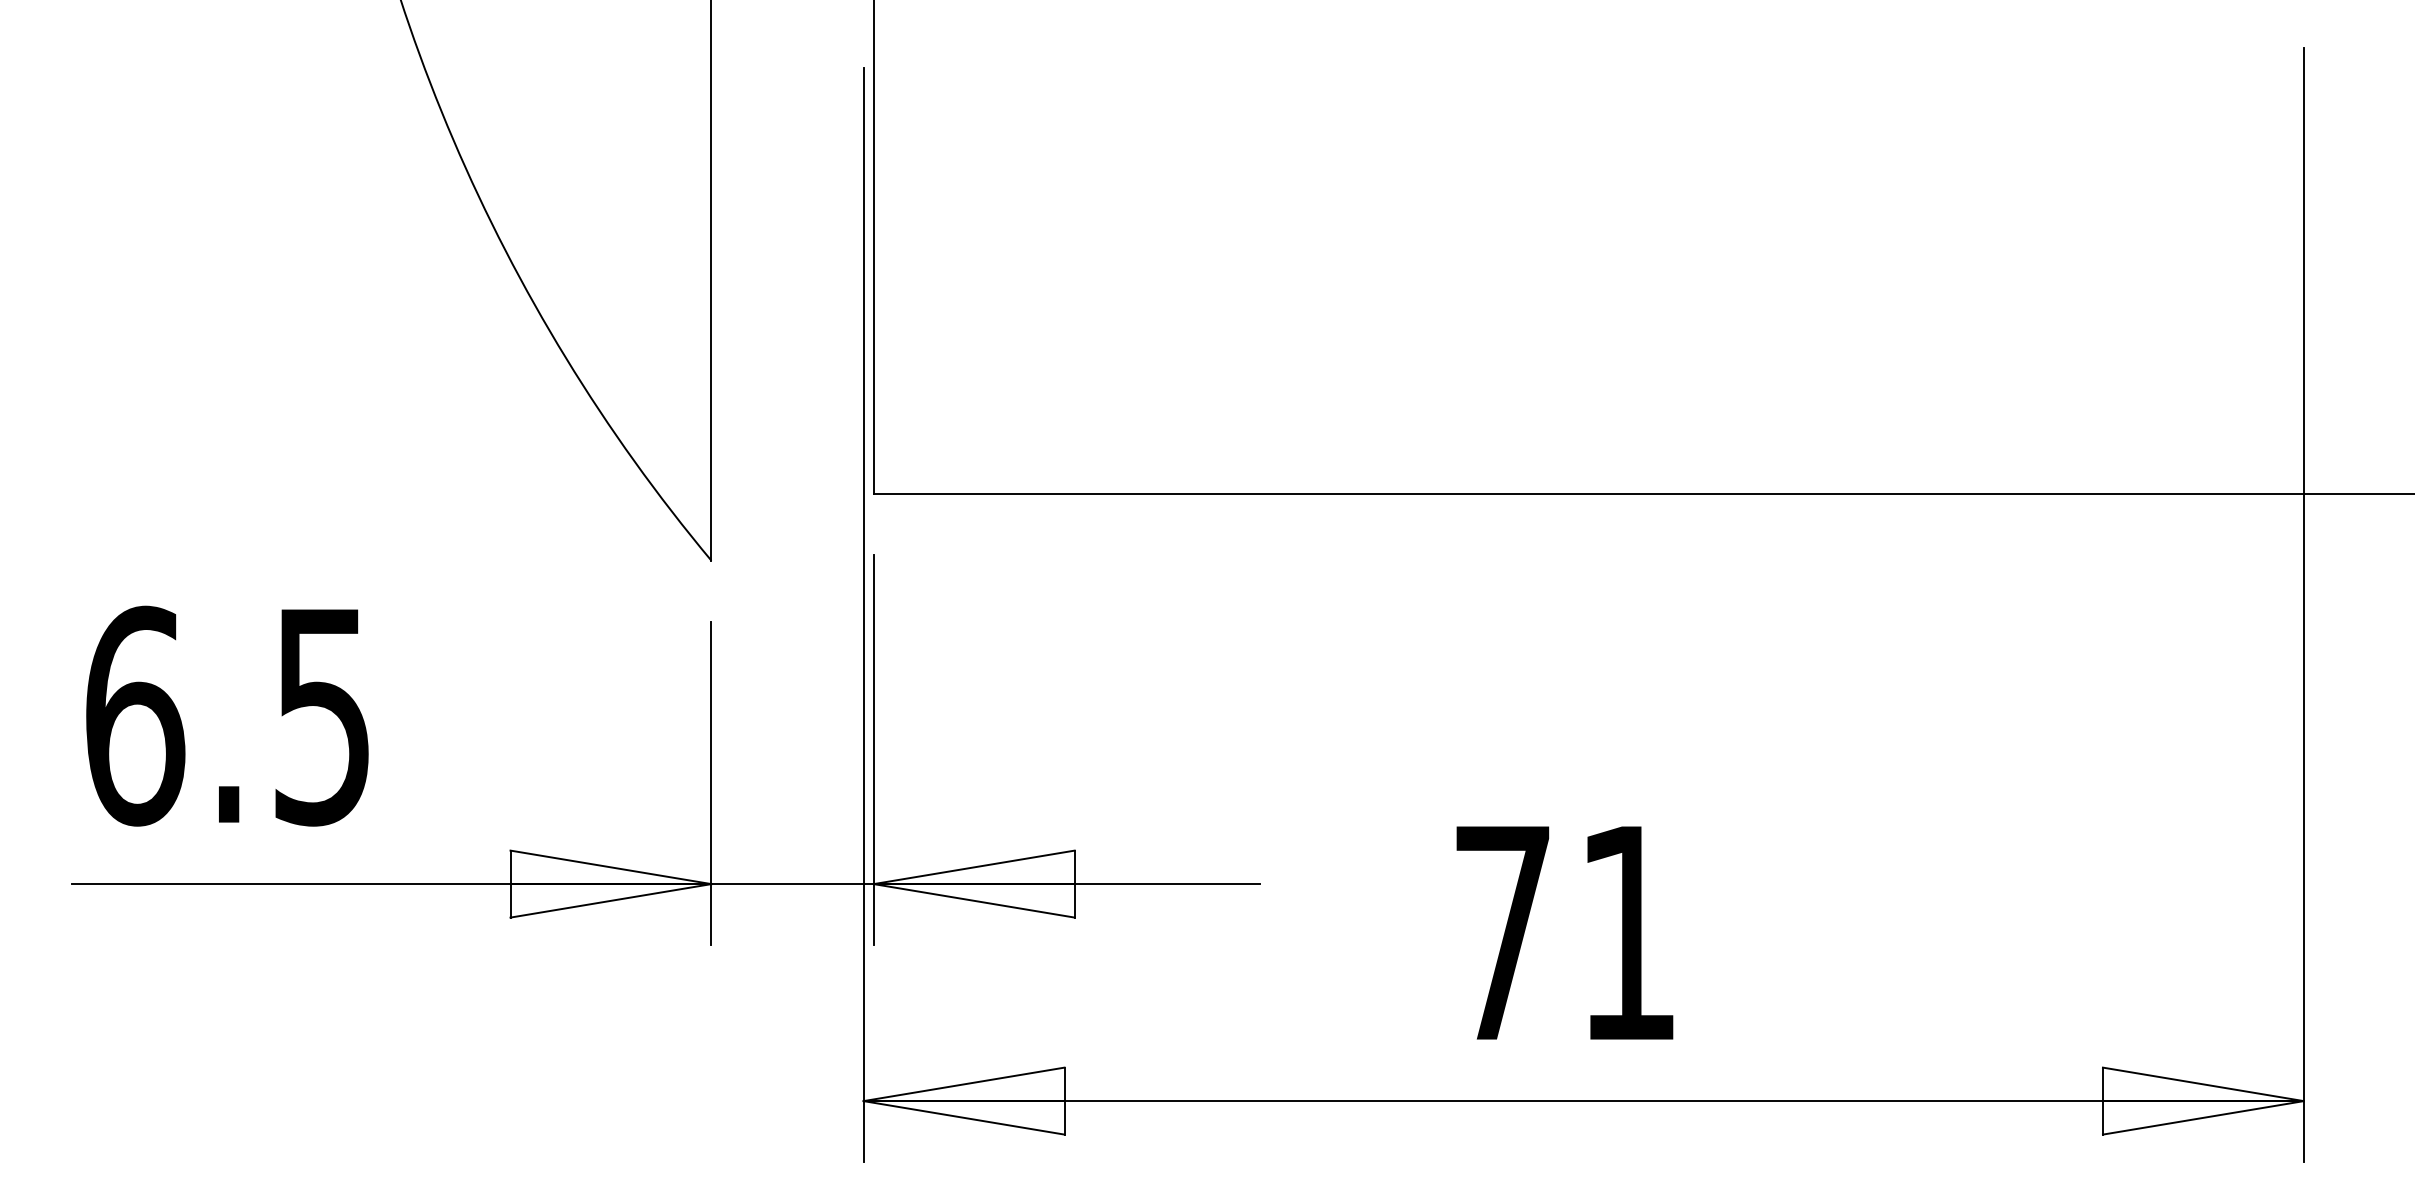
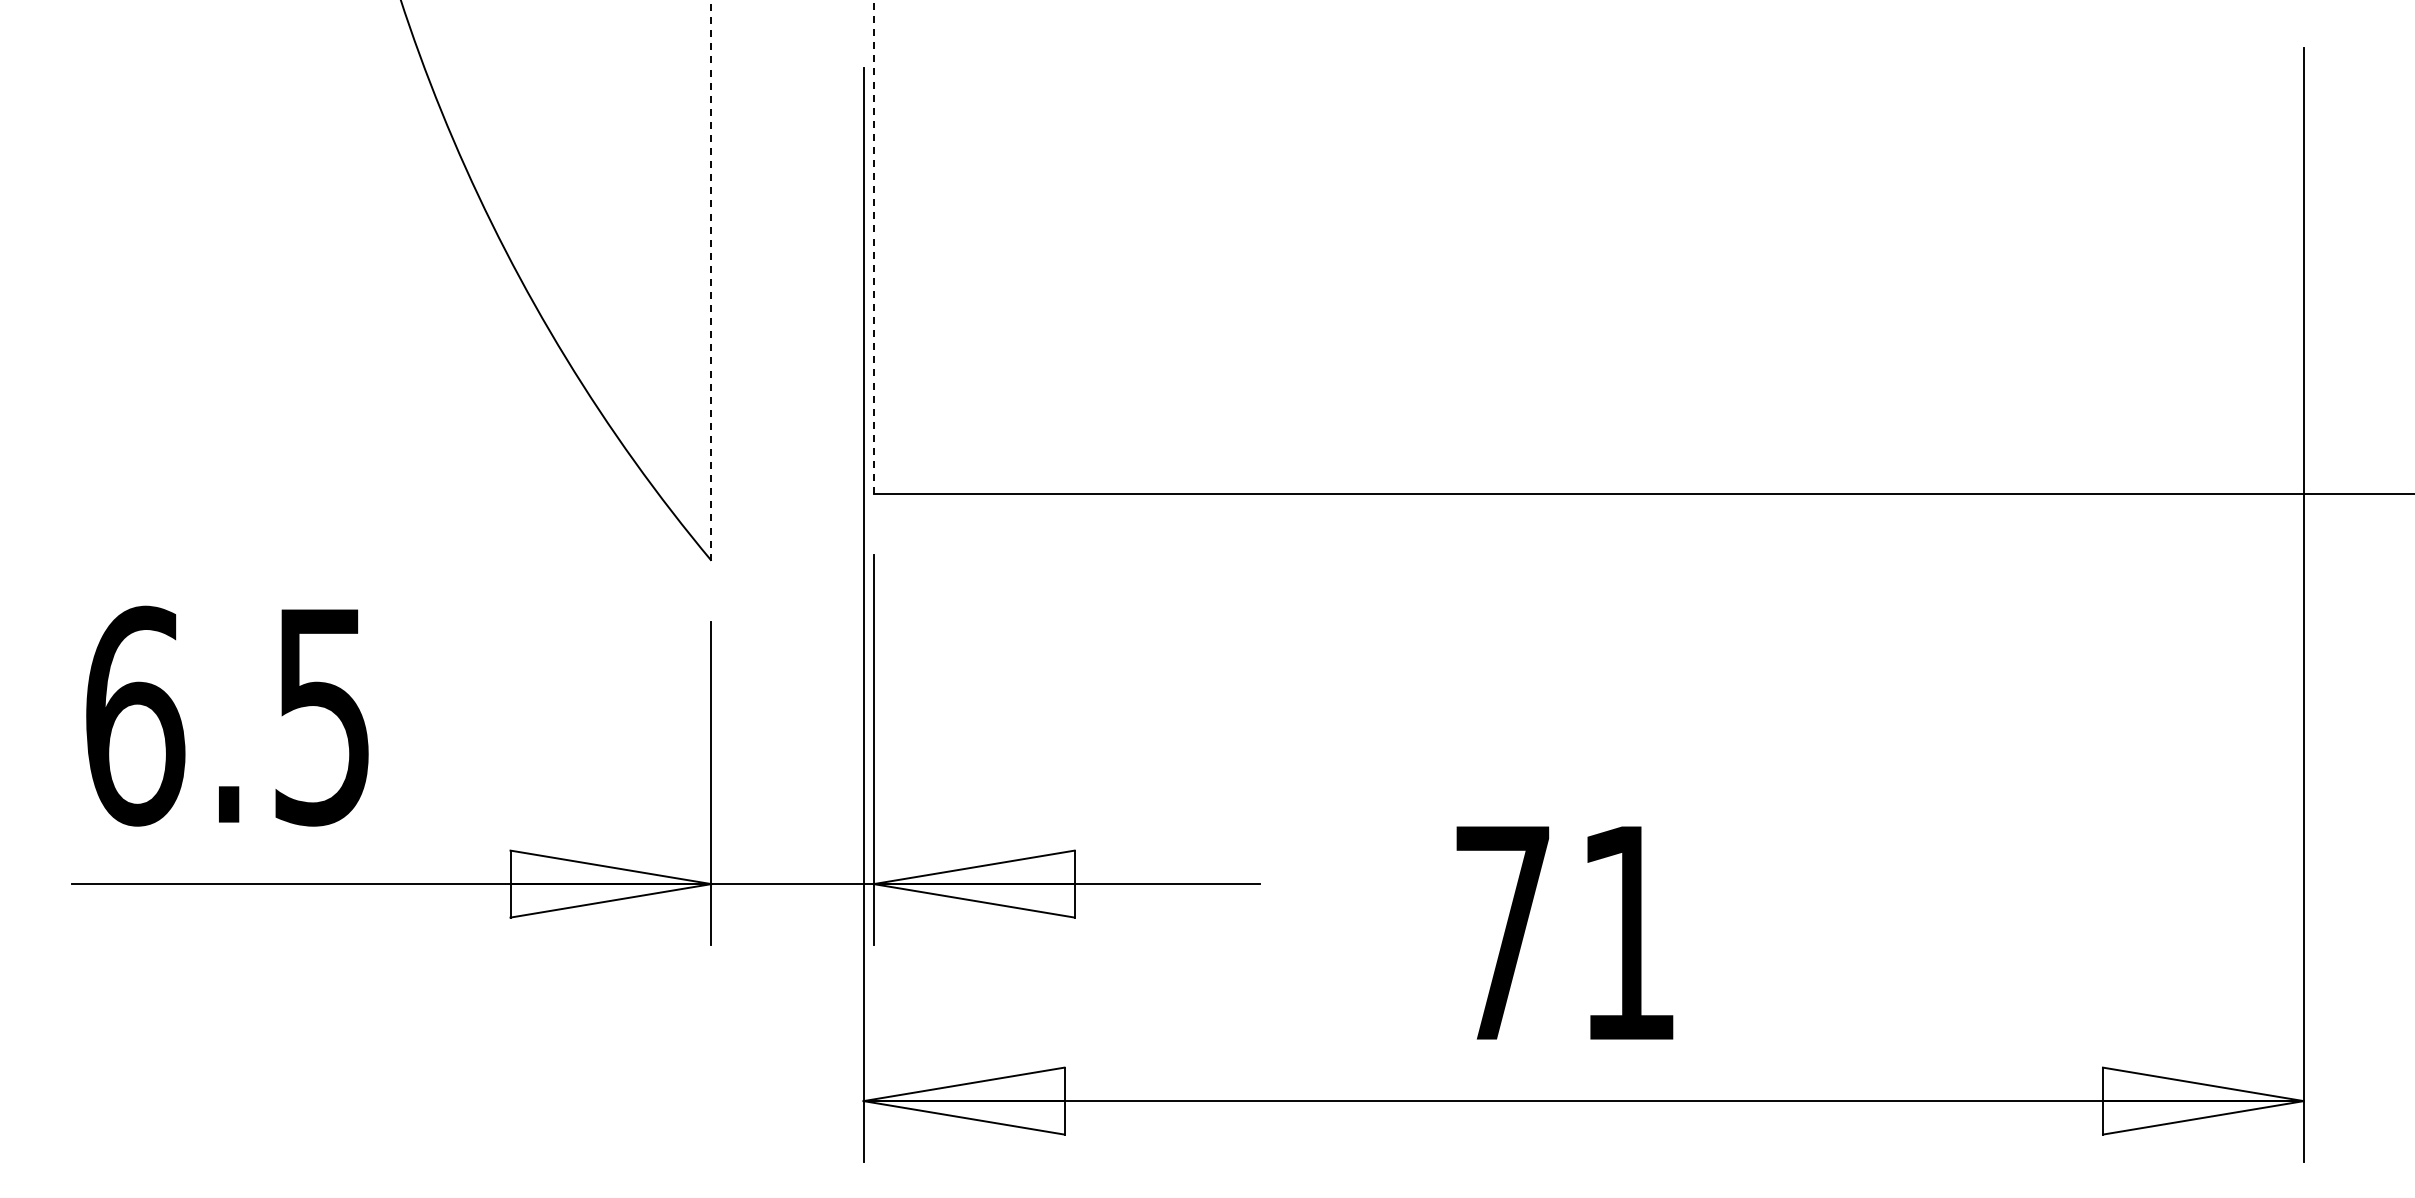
line at (873, 246): solid -> dashed
line at (711, 280): solid -> dashed
